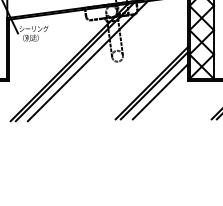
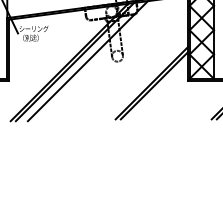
line at (159, 91): present -> none
